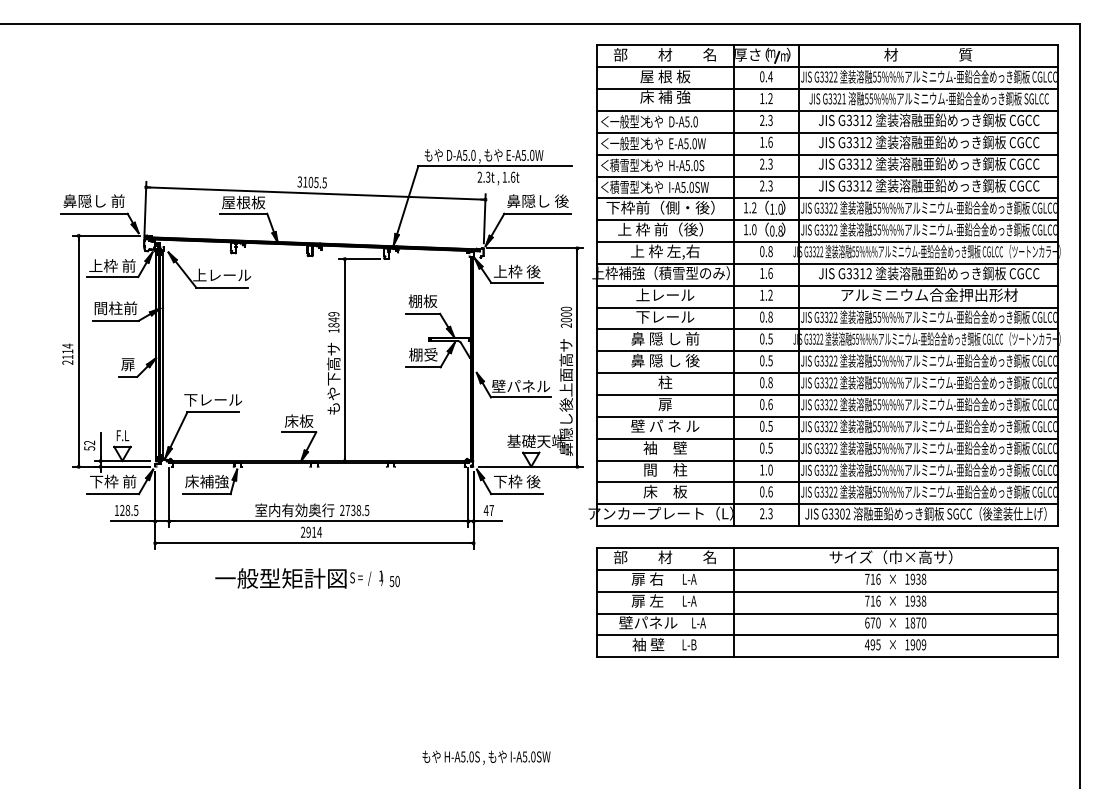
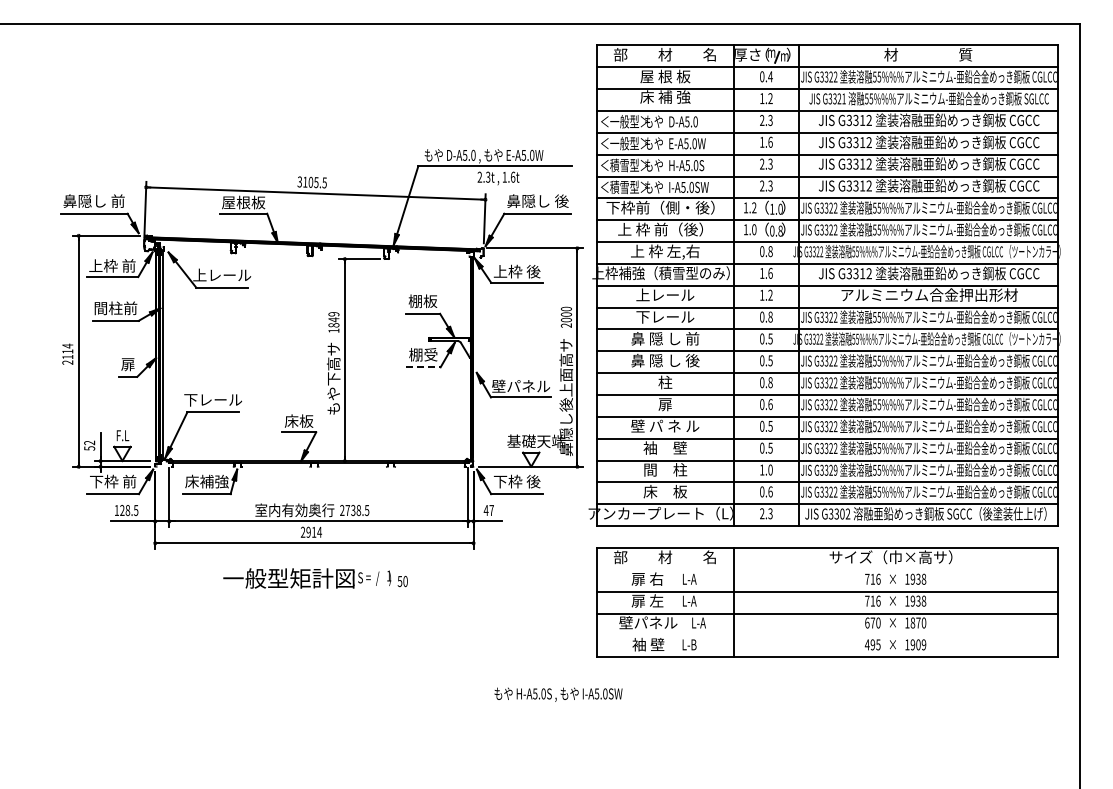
line at (424, 367): solid -> dashed
text at (879, 426): 55%%% -> 52%%%
text at (835, 470): G3322 -> G3329
line at (827, 569): present -> none
text at (307, 578) position: (307, 578) -> (315, 578)
line at (827, 635): present -> none
text at (486, 757) position: (486, 757) -> (558, 694)
